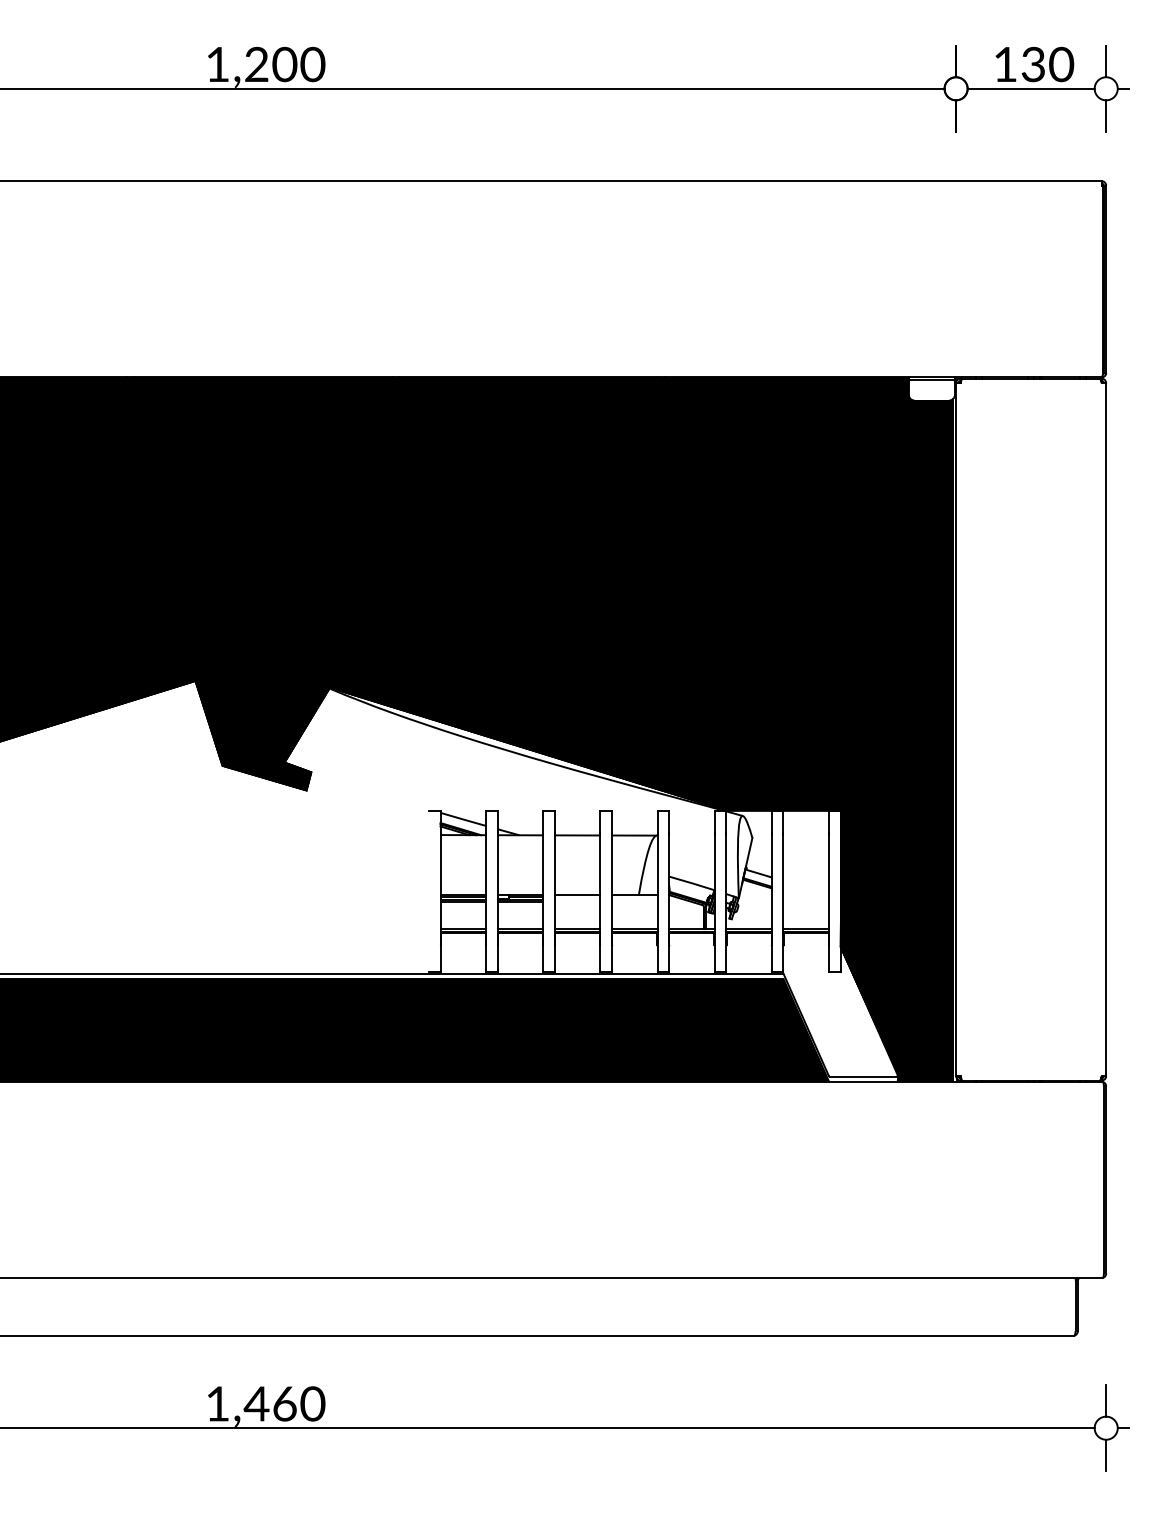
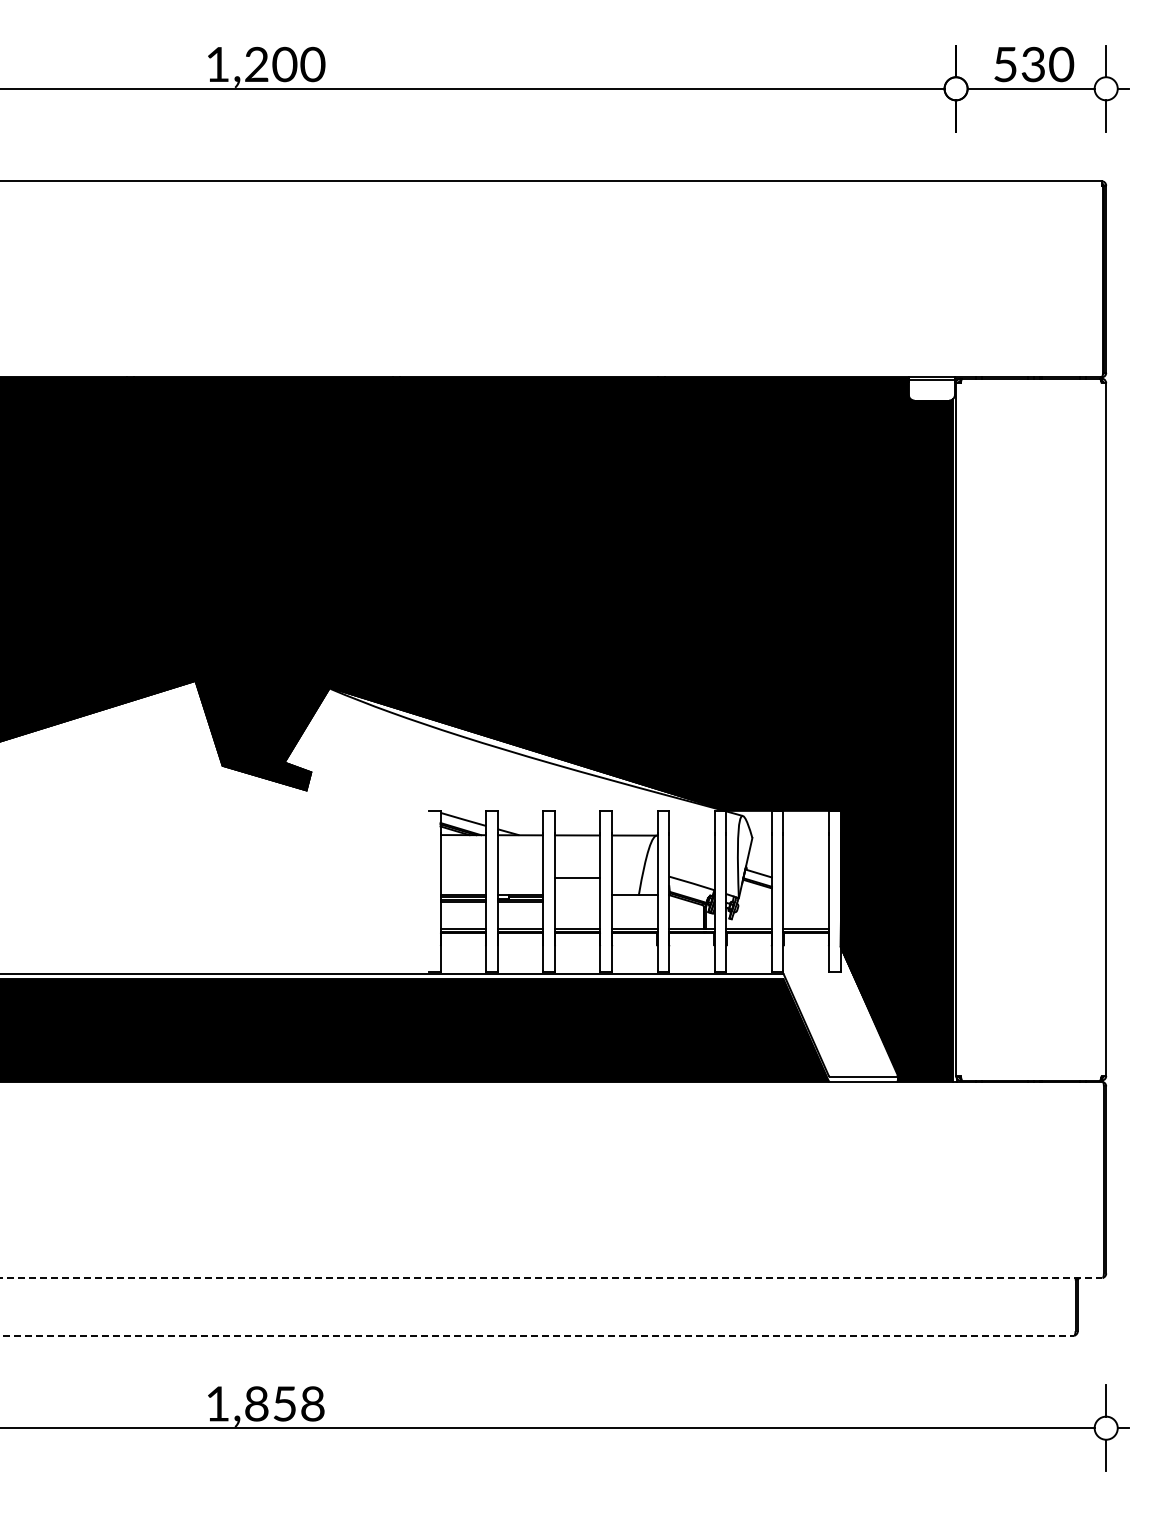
text at (1005, 64): 130 -> 530
line at (577, 894) position: (577, 894) -> (577, 877)
line at (551, 1278): solid -> dashed
line at (537, 1335): solid -> dashed
text at (284, 1403): 1,460 -> 1,858
